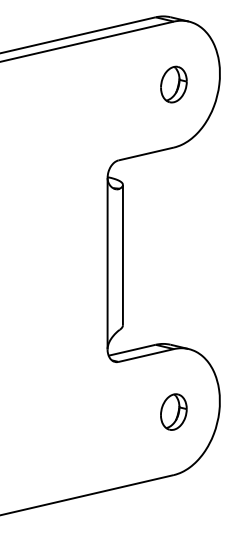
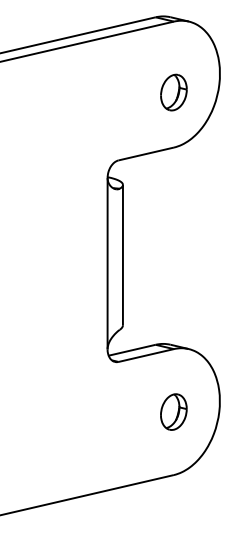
part at (173, 84) position: (173, 84) -> (173, 92)
